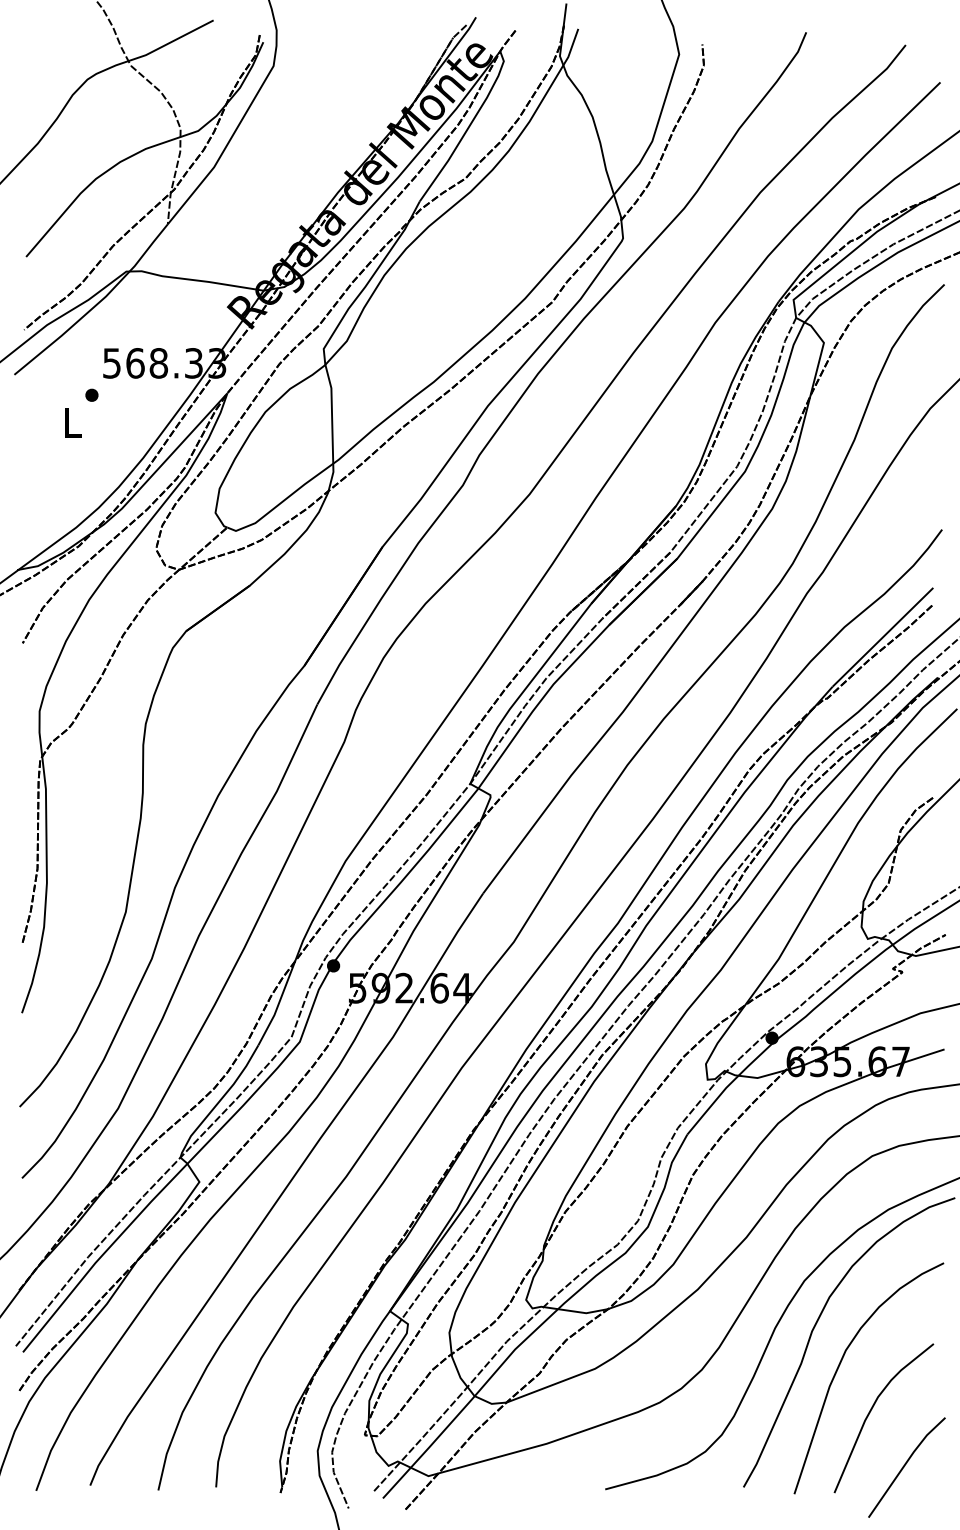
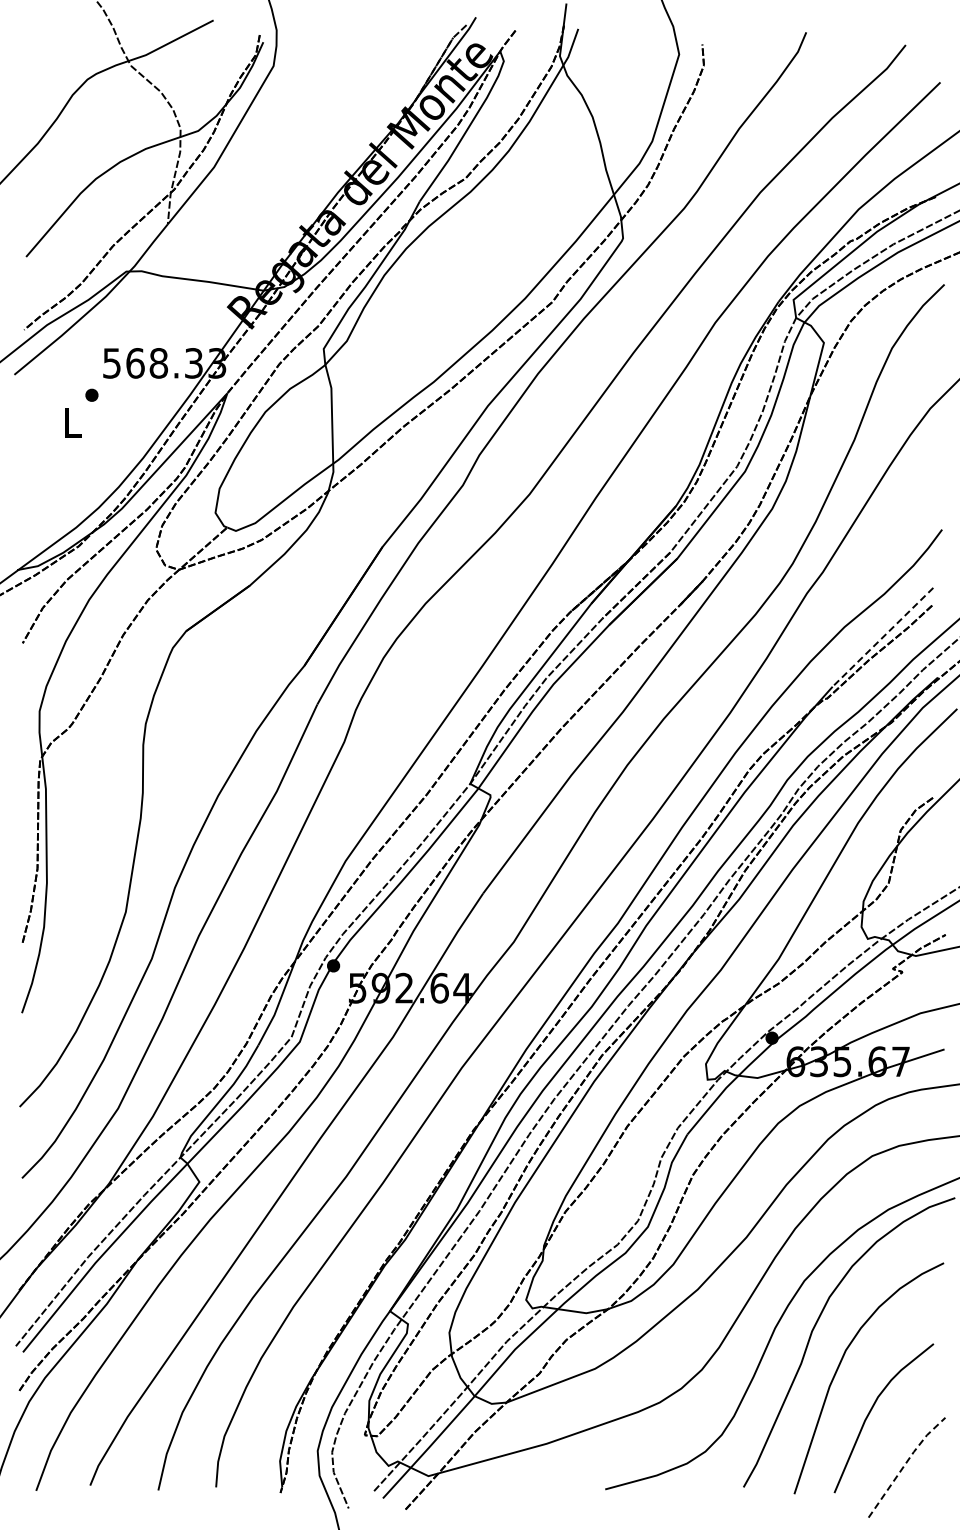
line at (882, 637): solid -> dashed
line at (905, 1464): solid -> dashed
